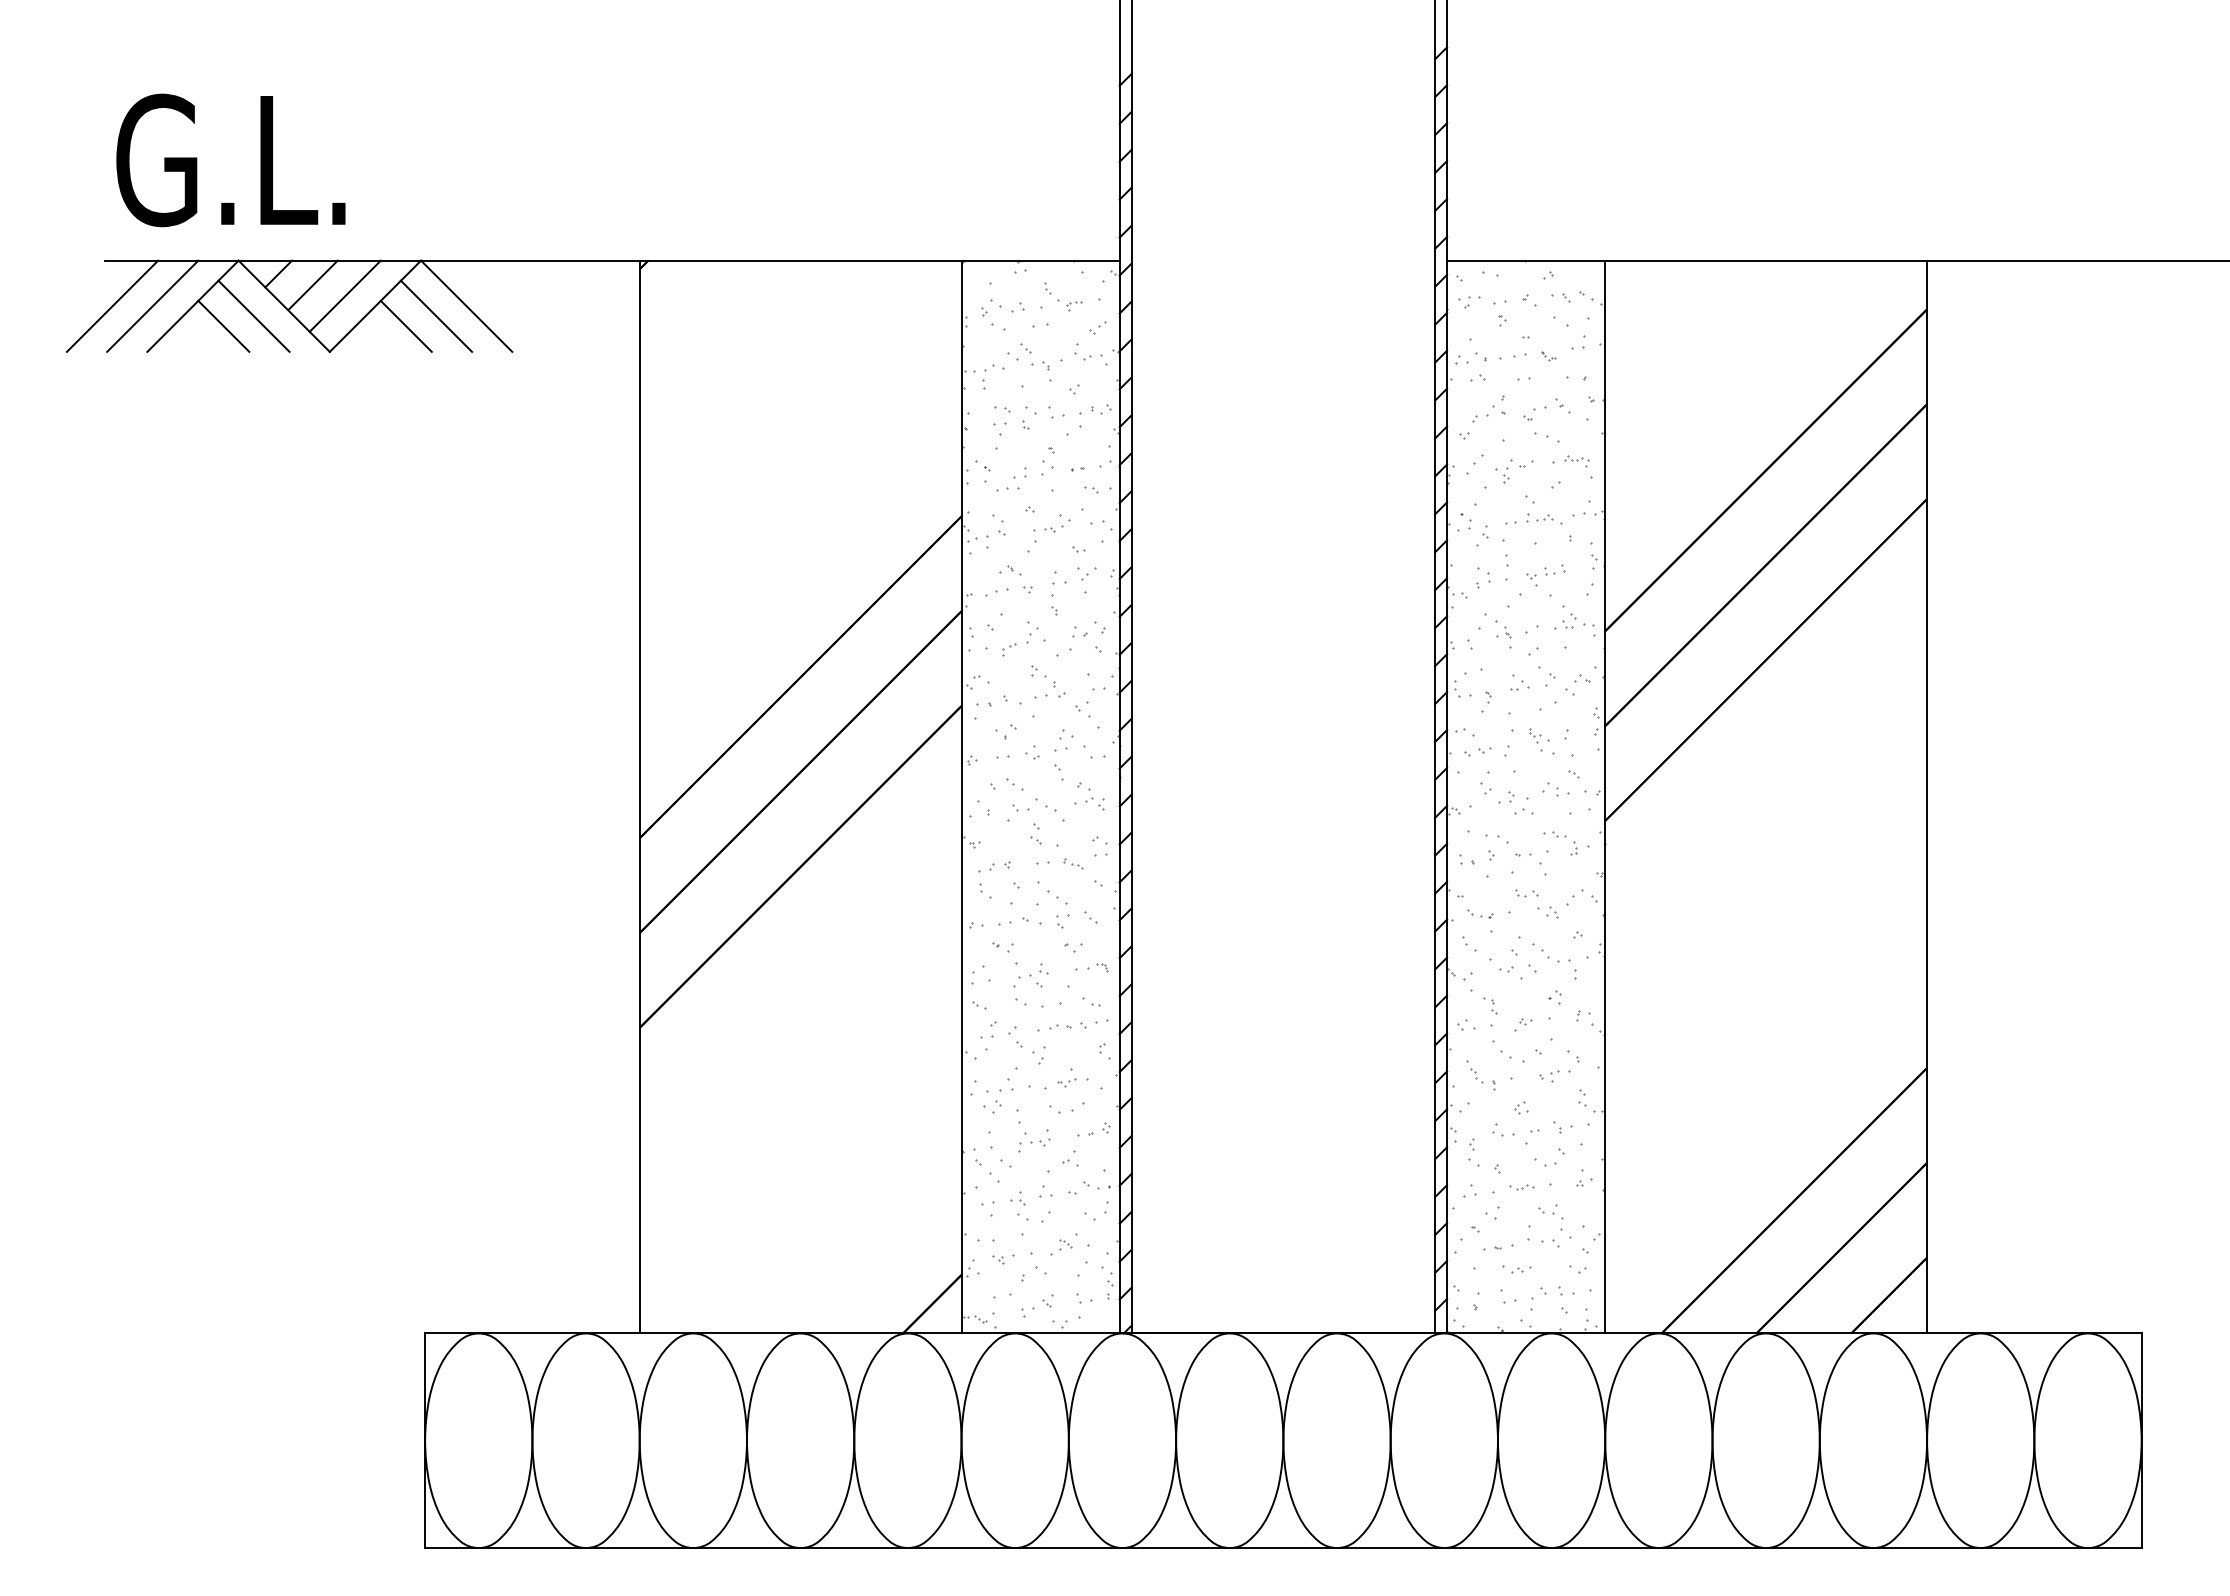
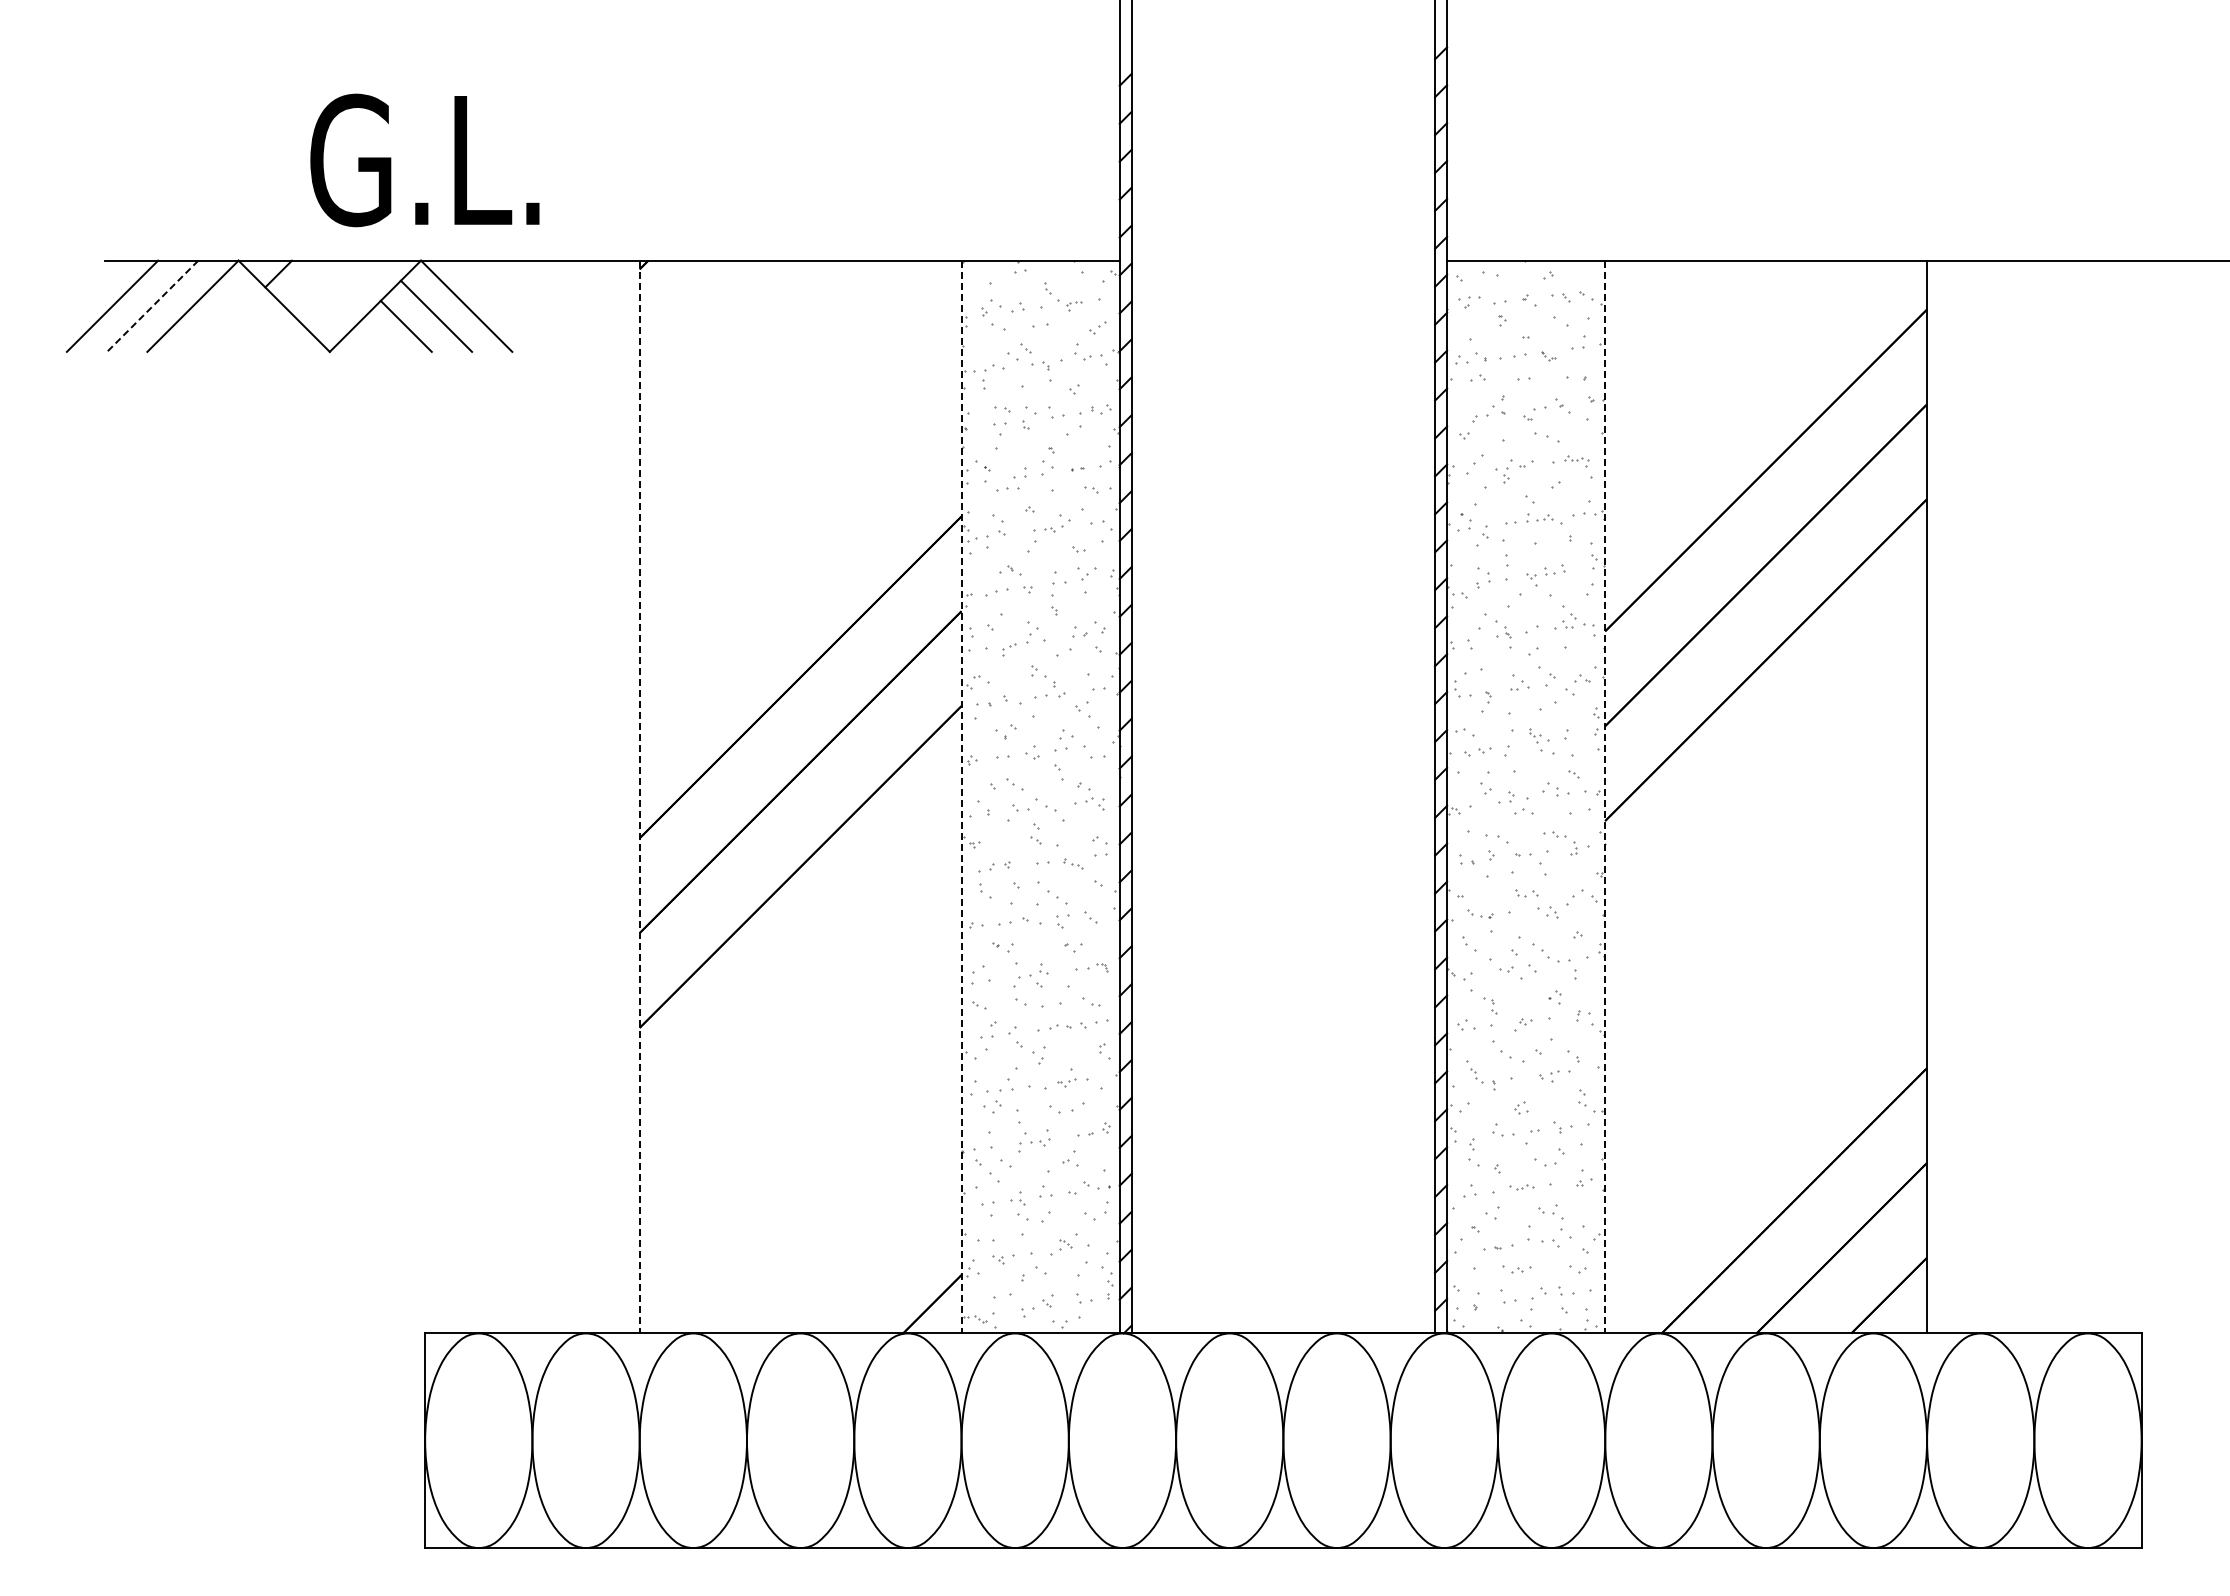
text at (230, 160) position: (230, 160) -> (424, 160)
line at (312, 284): present -> none
line at (344, 295): present -> none
line at (152, 306): solid -> dashed
line at (253, 315): present -> none
line at (223, 325): present -> none
line at (639, 797): solid -> dashed
line at (961, 797): solid -> dashed
line at (1605, 797): solid -> dashed
